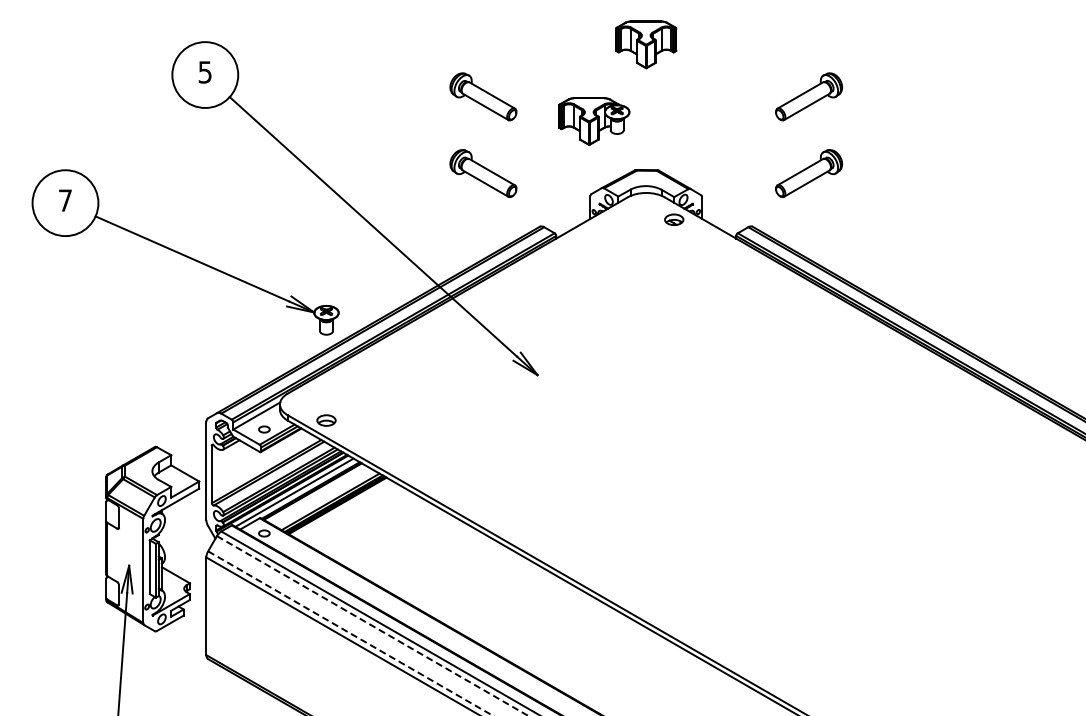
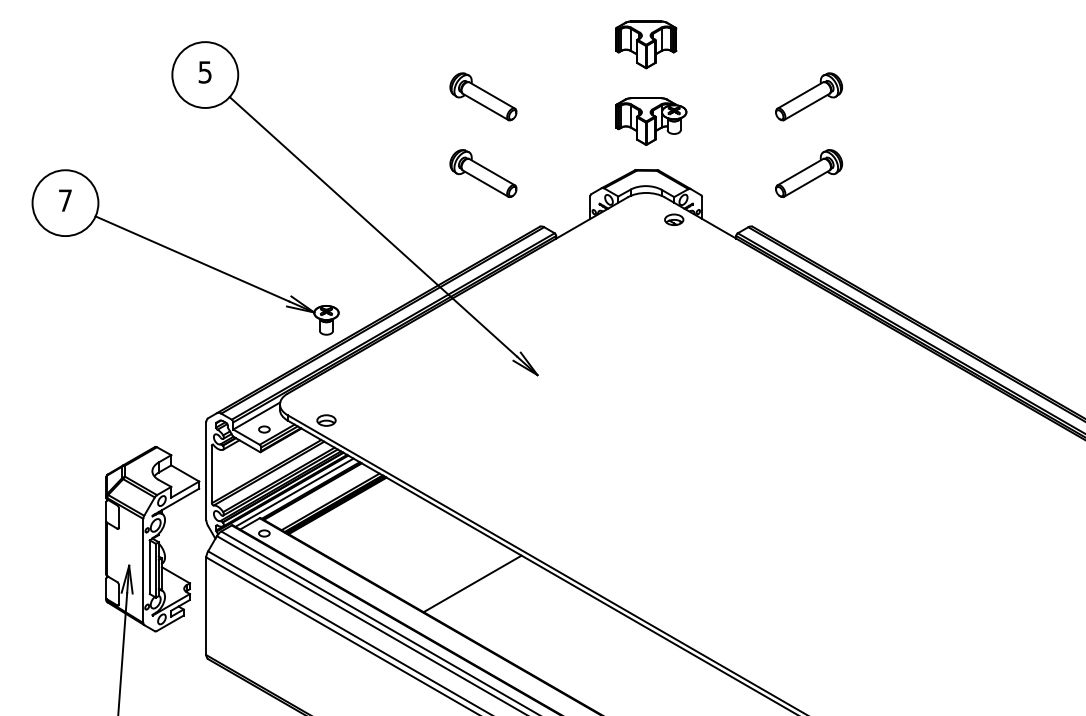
part at (594, 121) position: (594, 121) -> (651, 121)
line at (472, 583): none -> present
line at (372, 626): dashed -> solid
line at (350, 633): dashed -> solid
